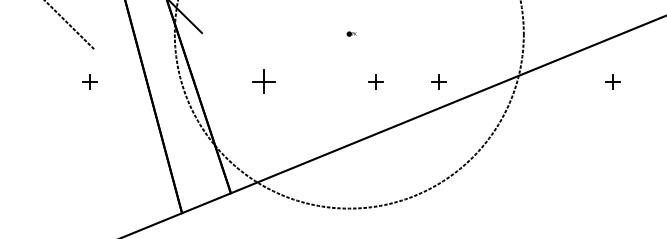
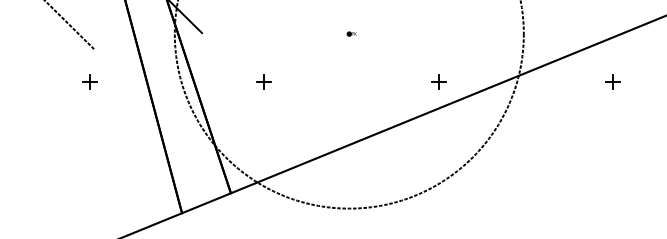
part at (263, 81) size: 24x25 px -> 16x16 px
part at (375, 81): present -> none
